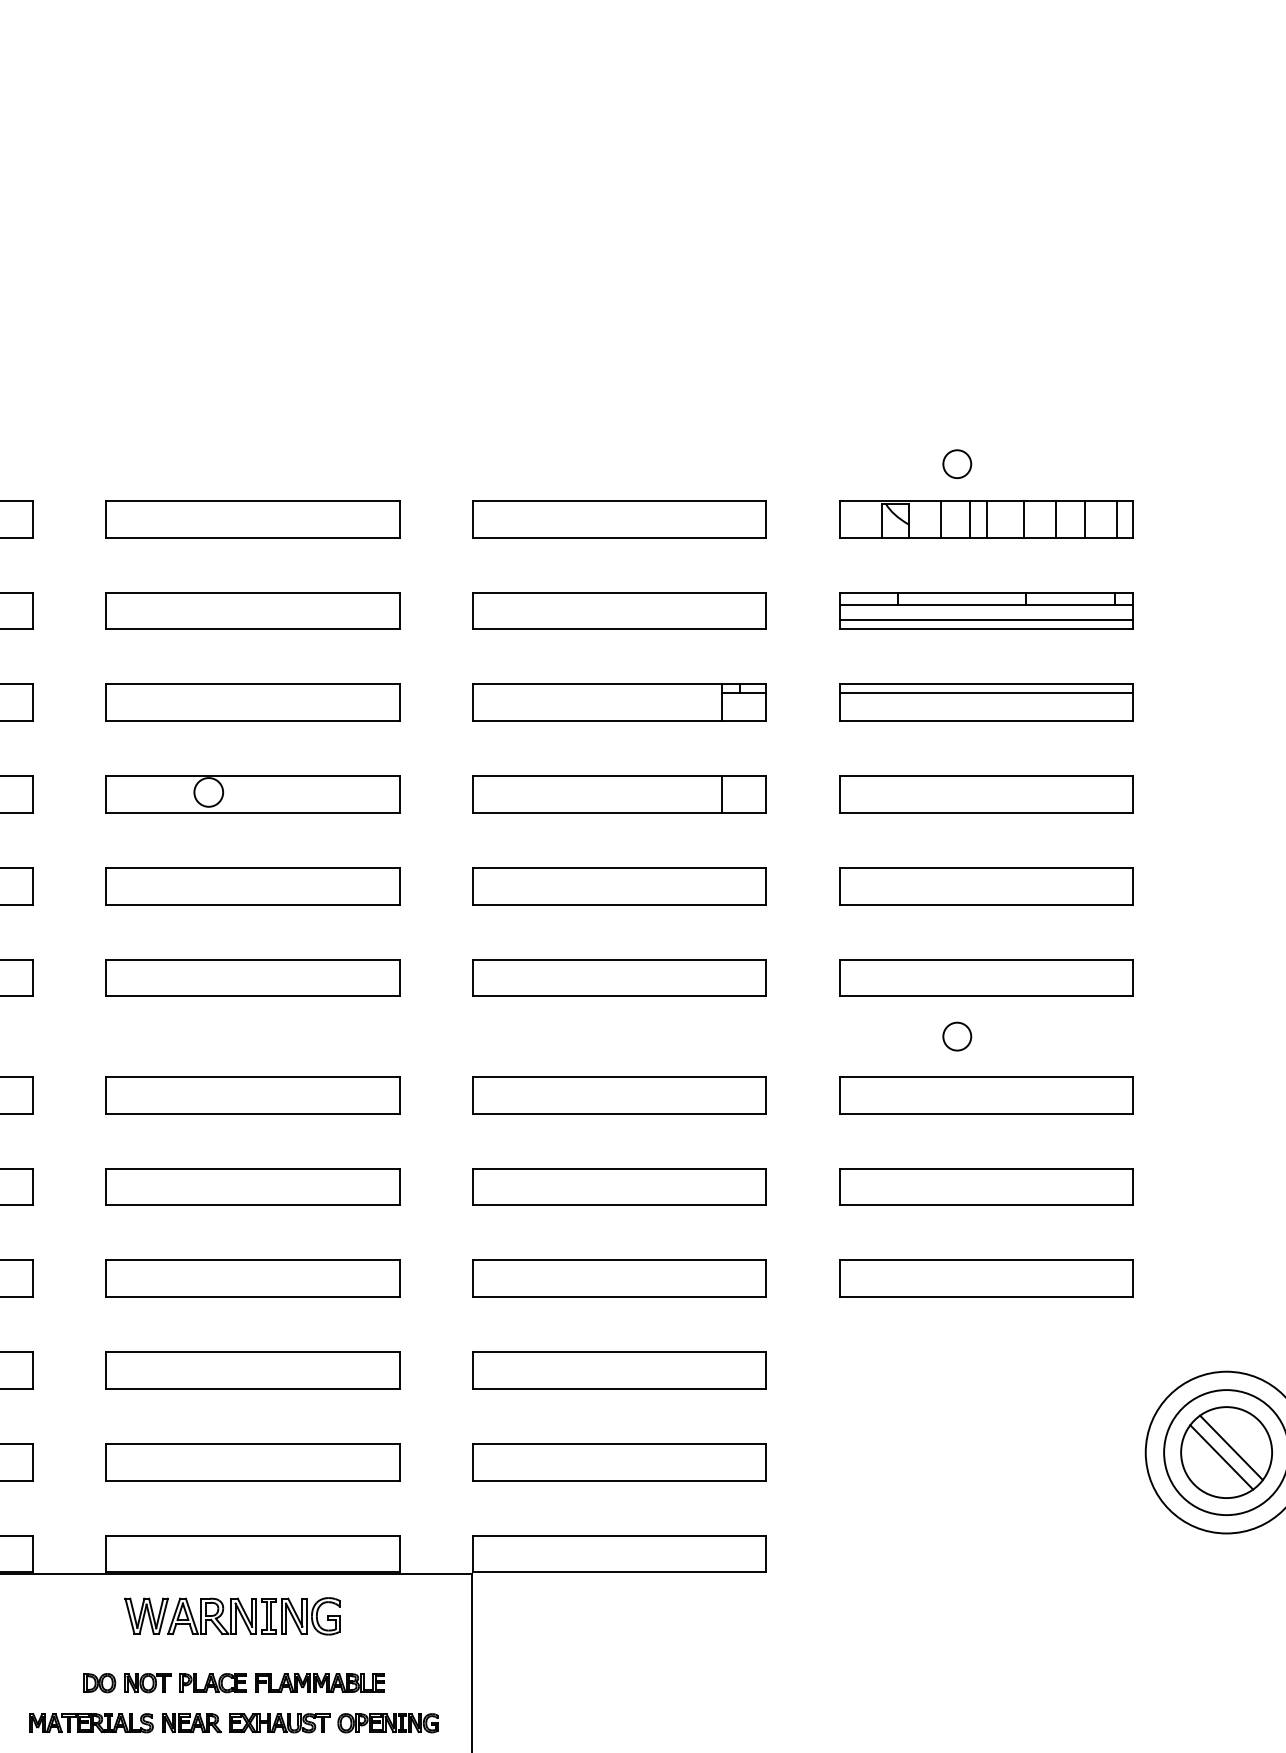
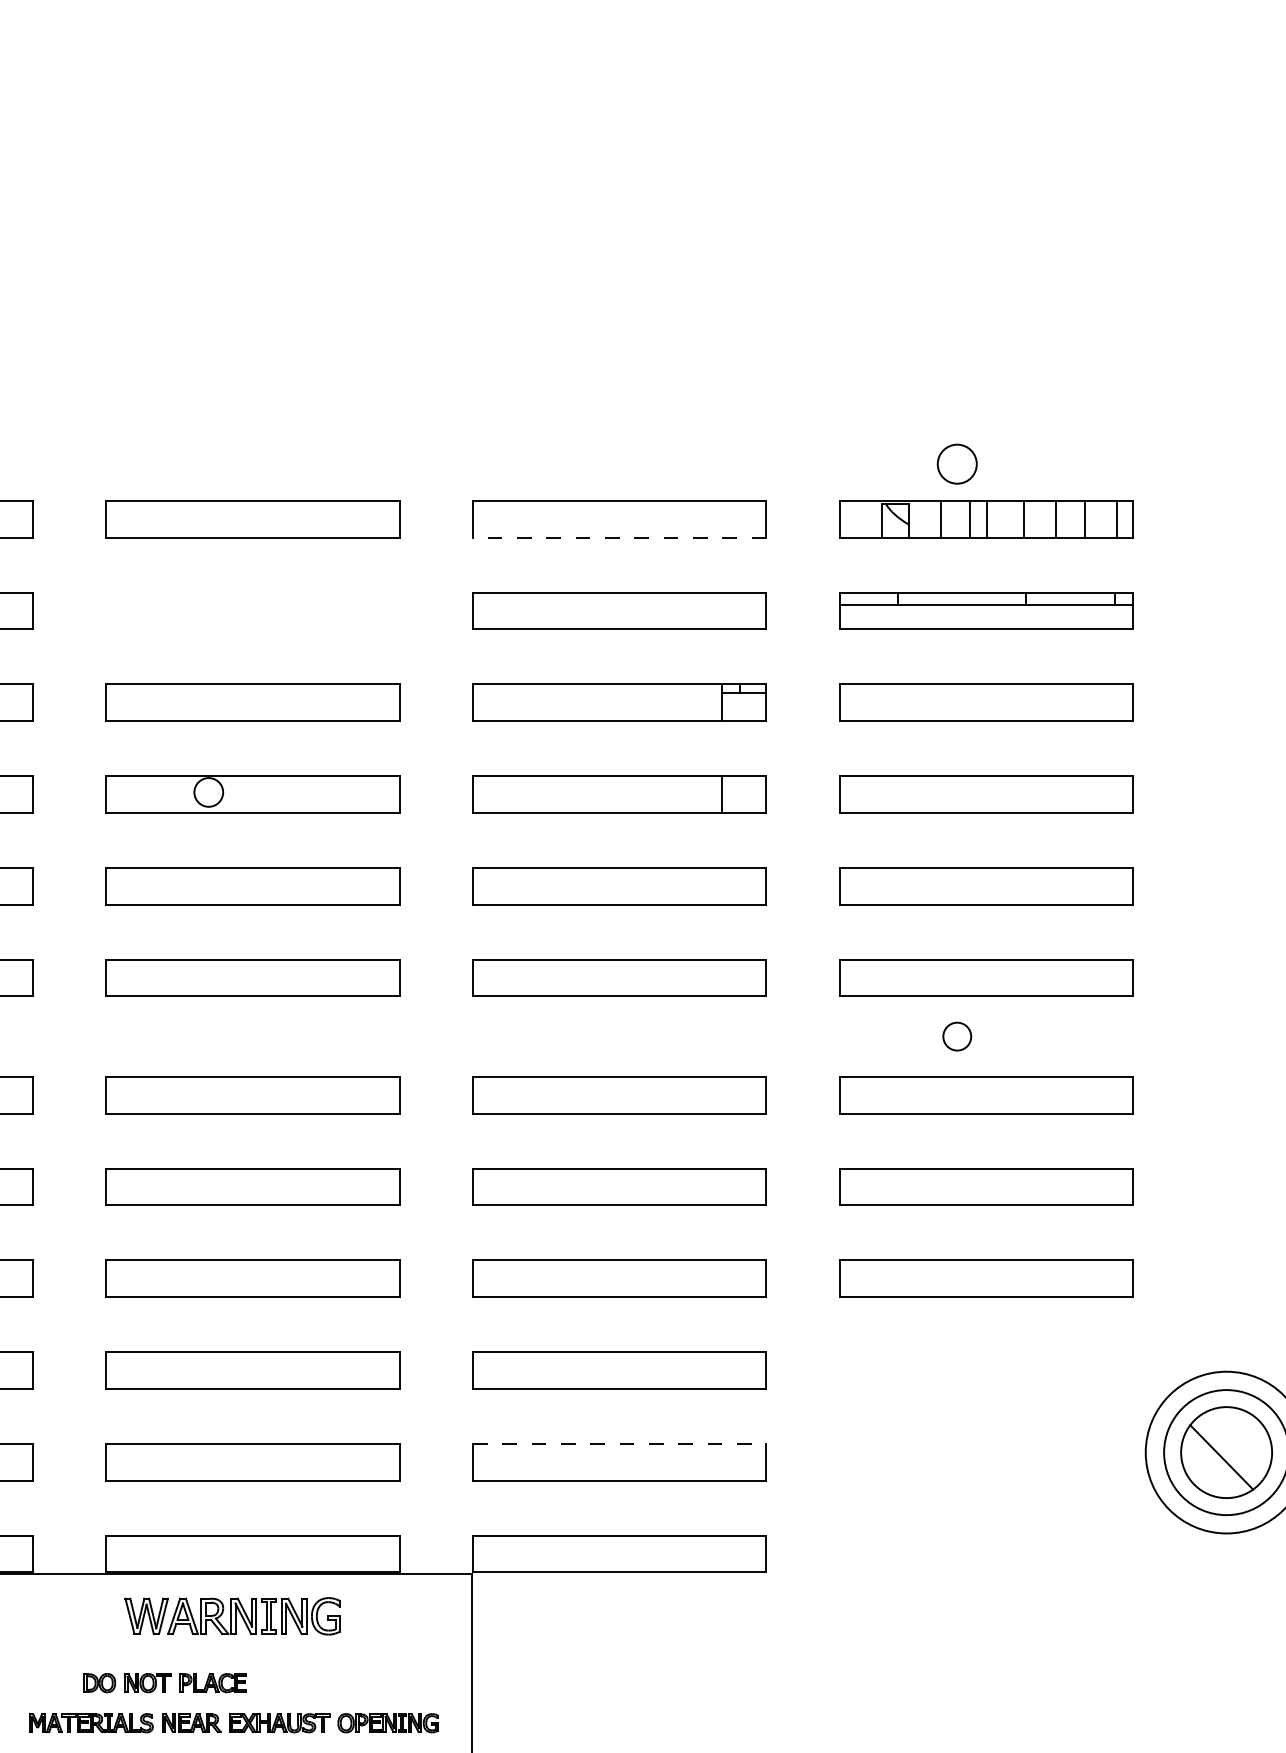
circle at (957, 464) diameter: 28 px -> 39 px
line at (619, 537): solid -> dashed
part at (252, 610): present -> none
line at (986, 619): present -> none
line at (986, 693): present -> none
line at (619, 1443): solid -> dashed
line at (1231, 1447): present -> none
part at (319, 1682): present -> none
